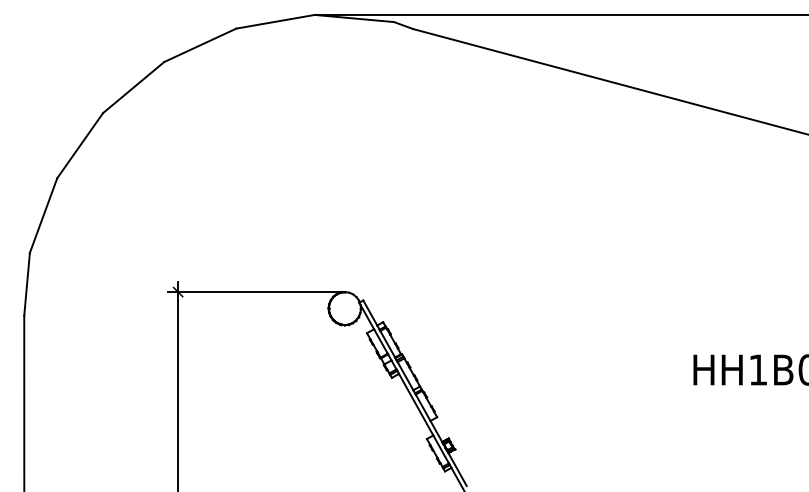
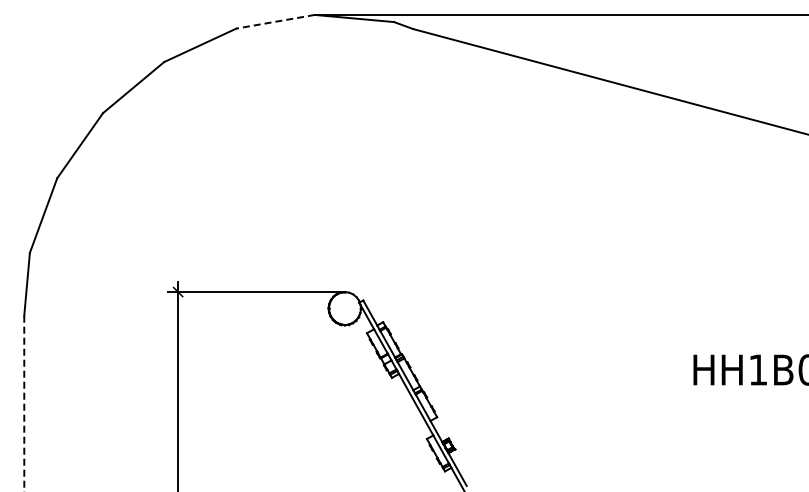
line at (275, 21): solid -> dashed
line at (24, 403): solid -> dashed
